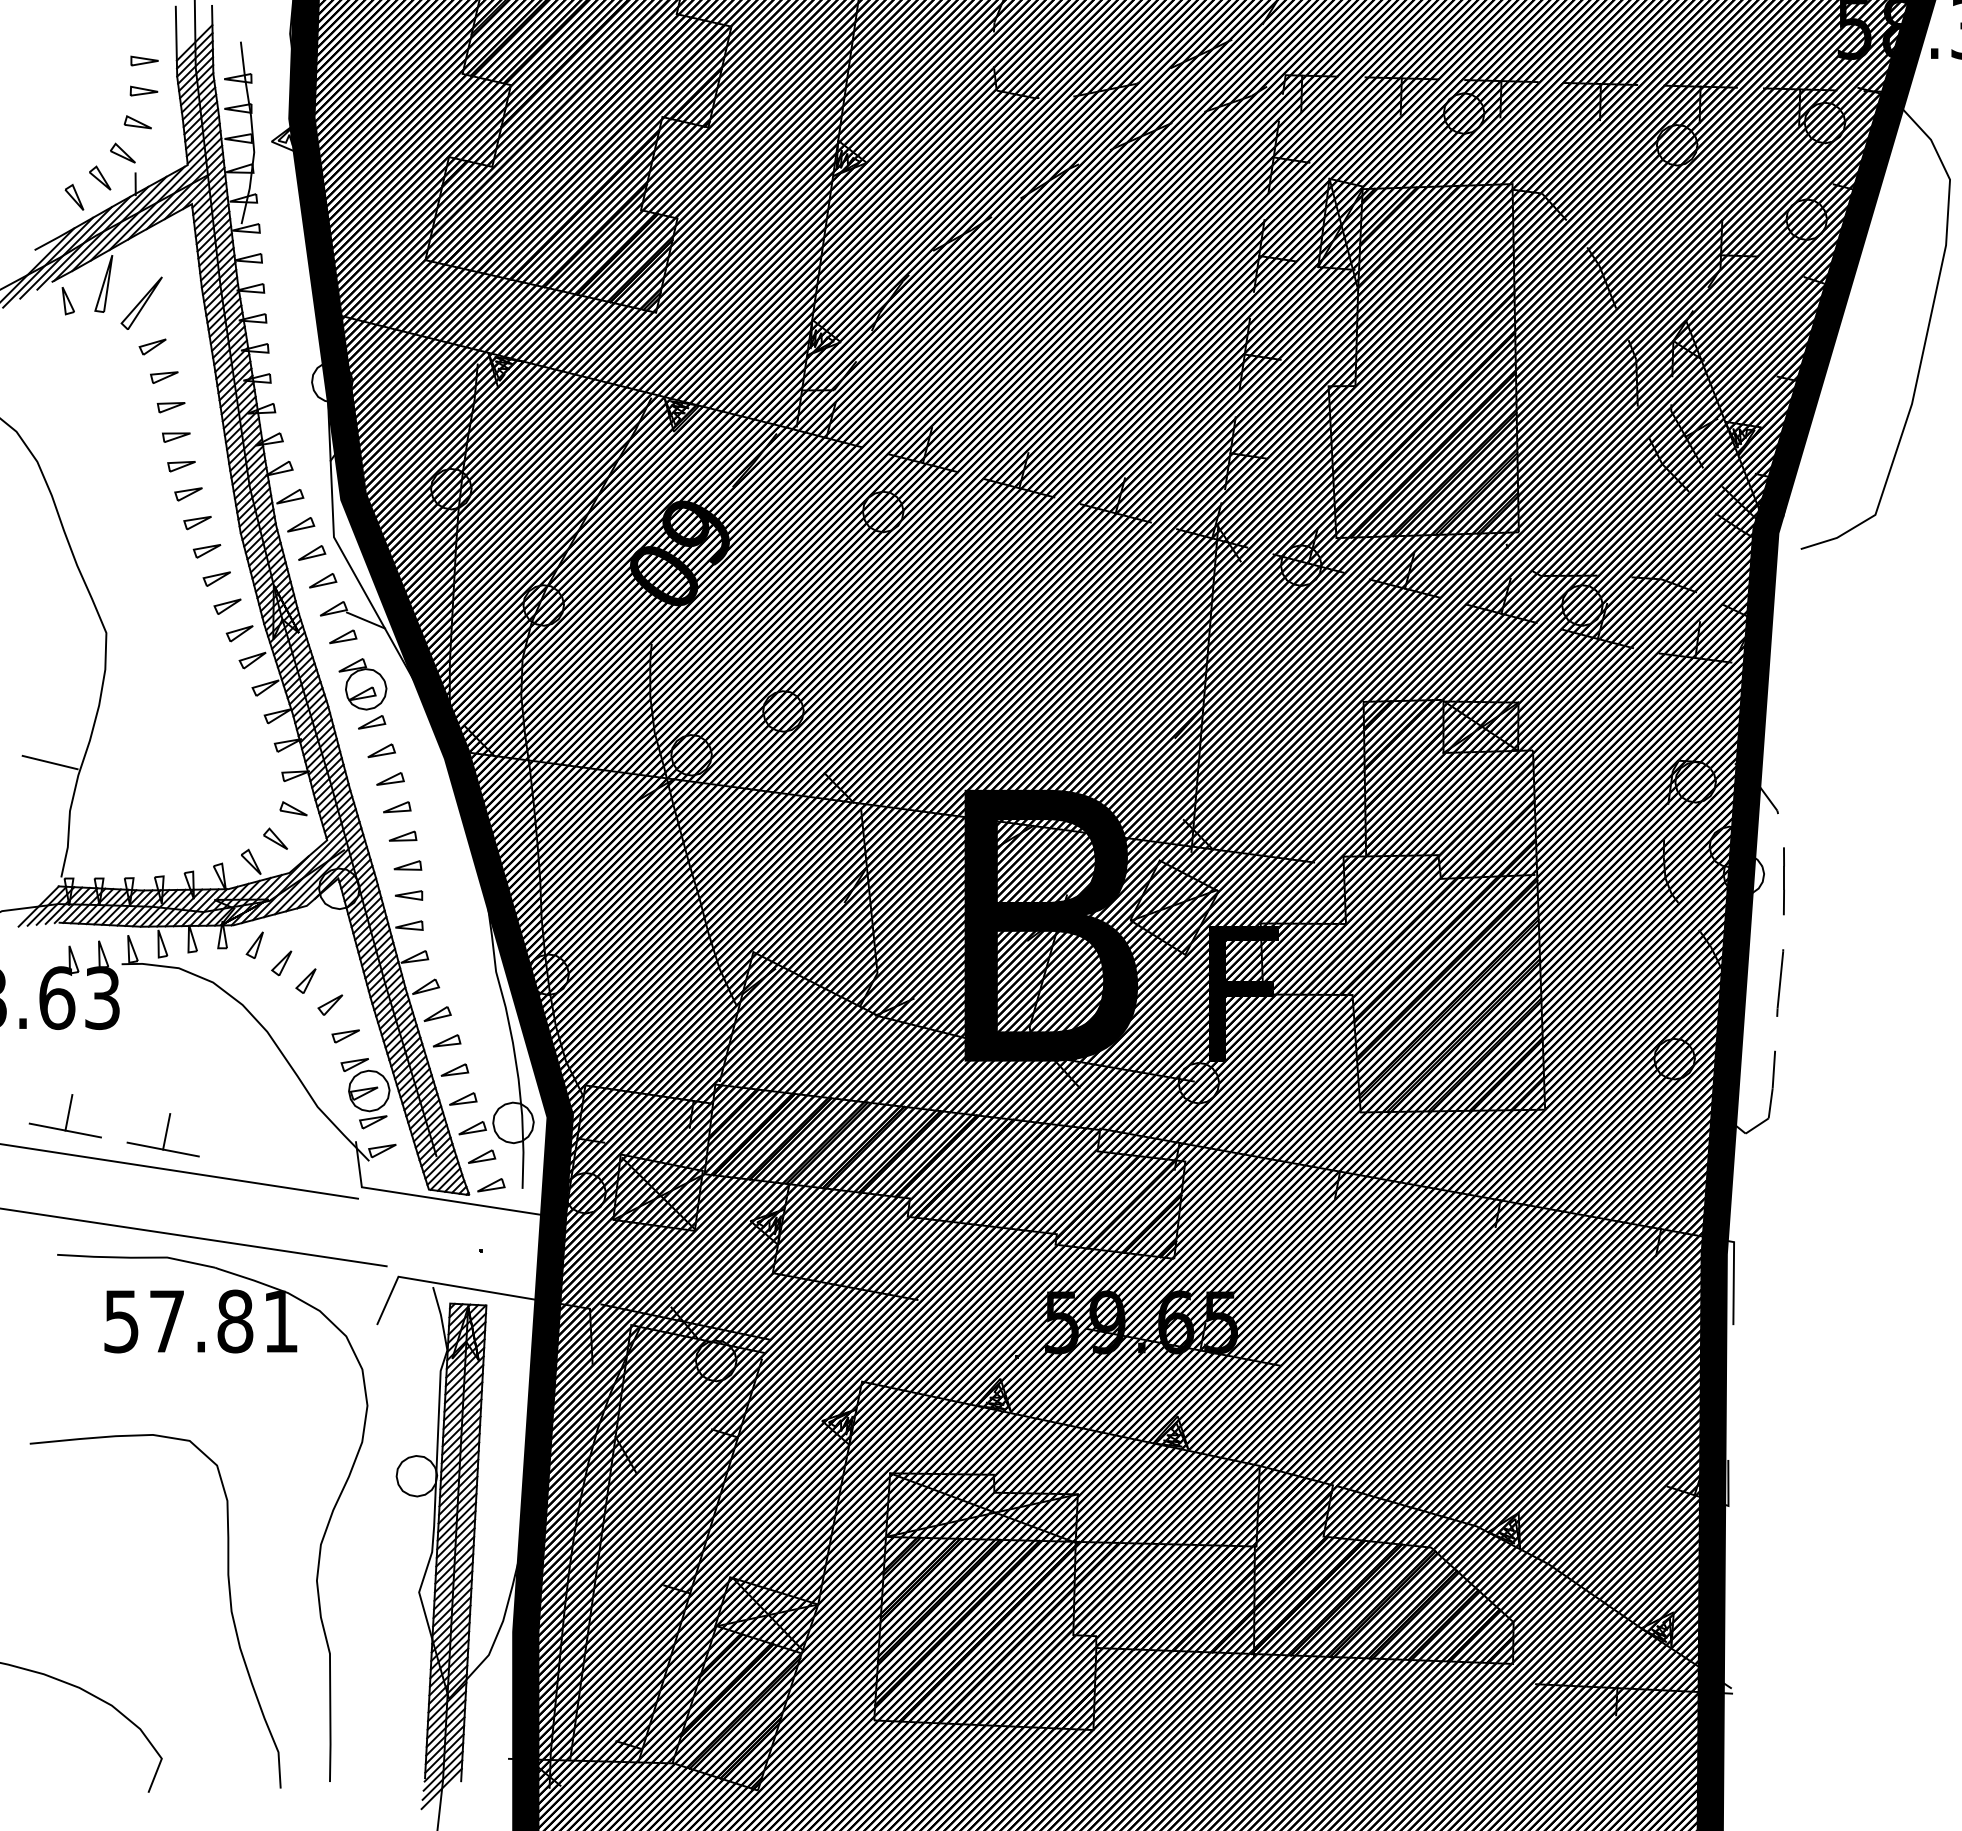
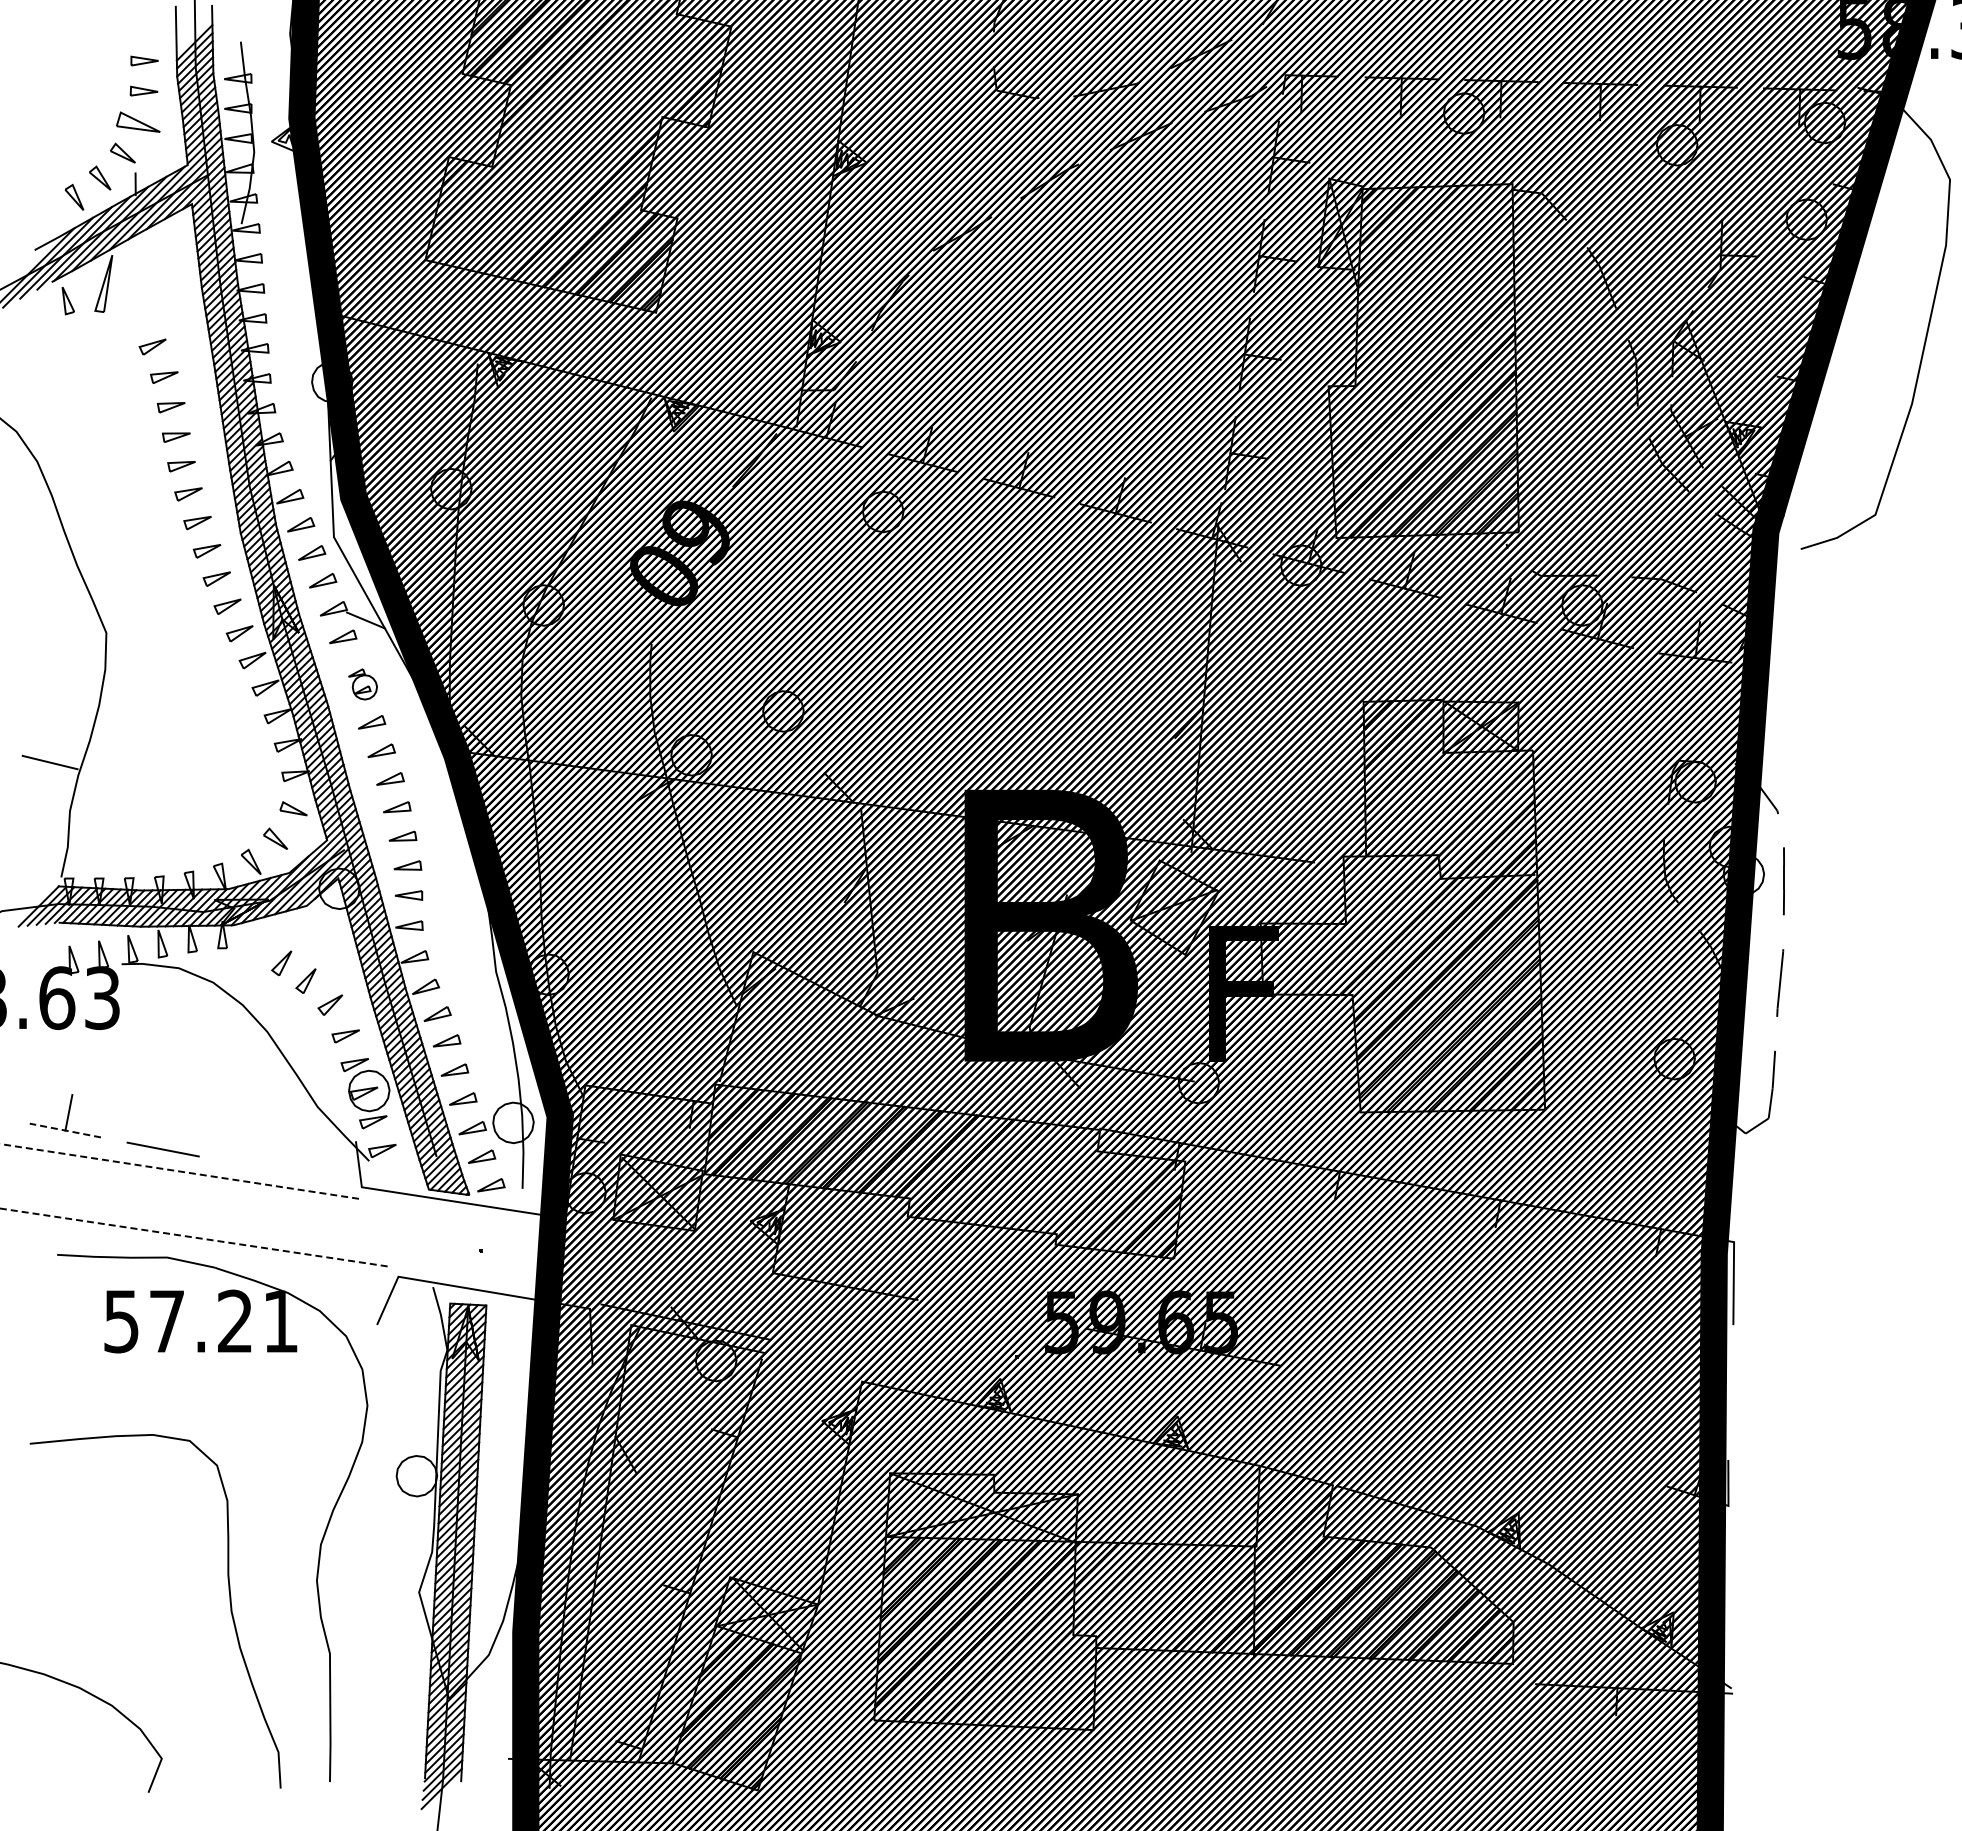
part at (137, 122) size: 29x15 px -> 45x22 px
part at (141, 302): present -> none
part at (362, 684) size: 50x53 px -> 30x33 px
part at (254, 944): present -> none
line at (64, 1130): solid -> dashed
line at (166, 1131): present -> none
line at (179, 1171): solid -> dashed
line at (194, 1237): solid -> dashed
text at (235, 1321): 57.81 -> 57.21
